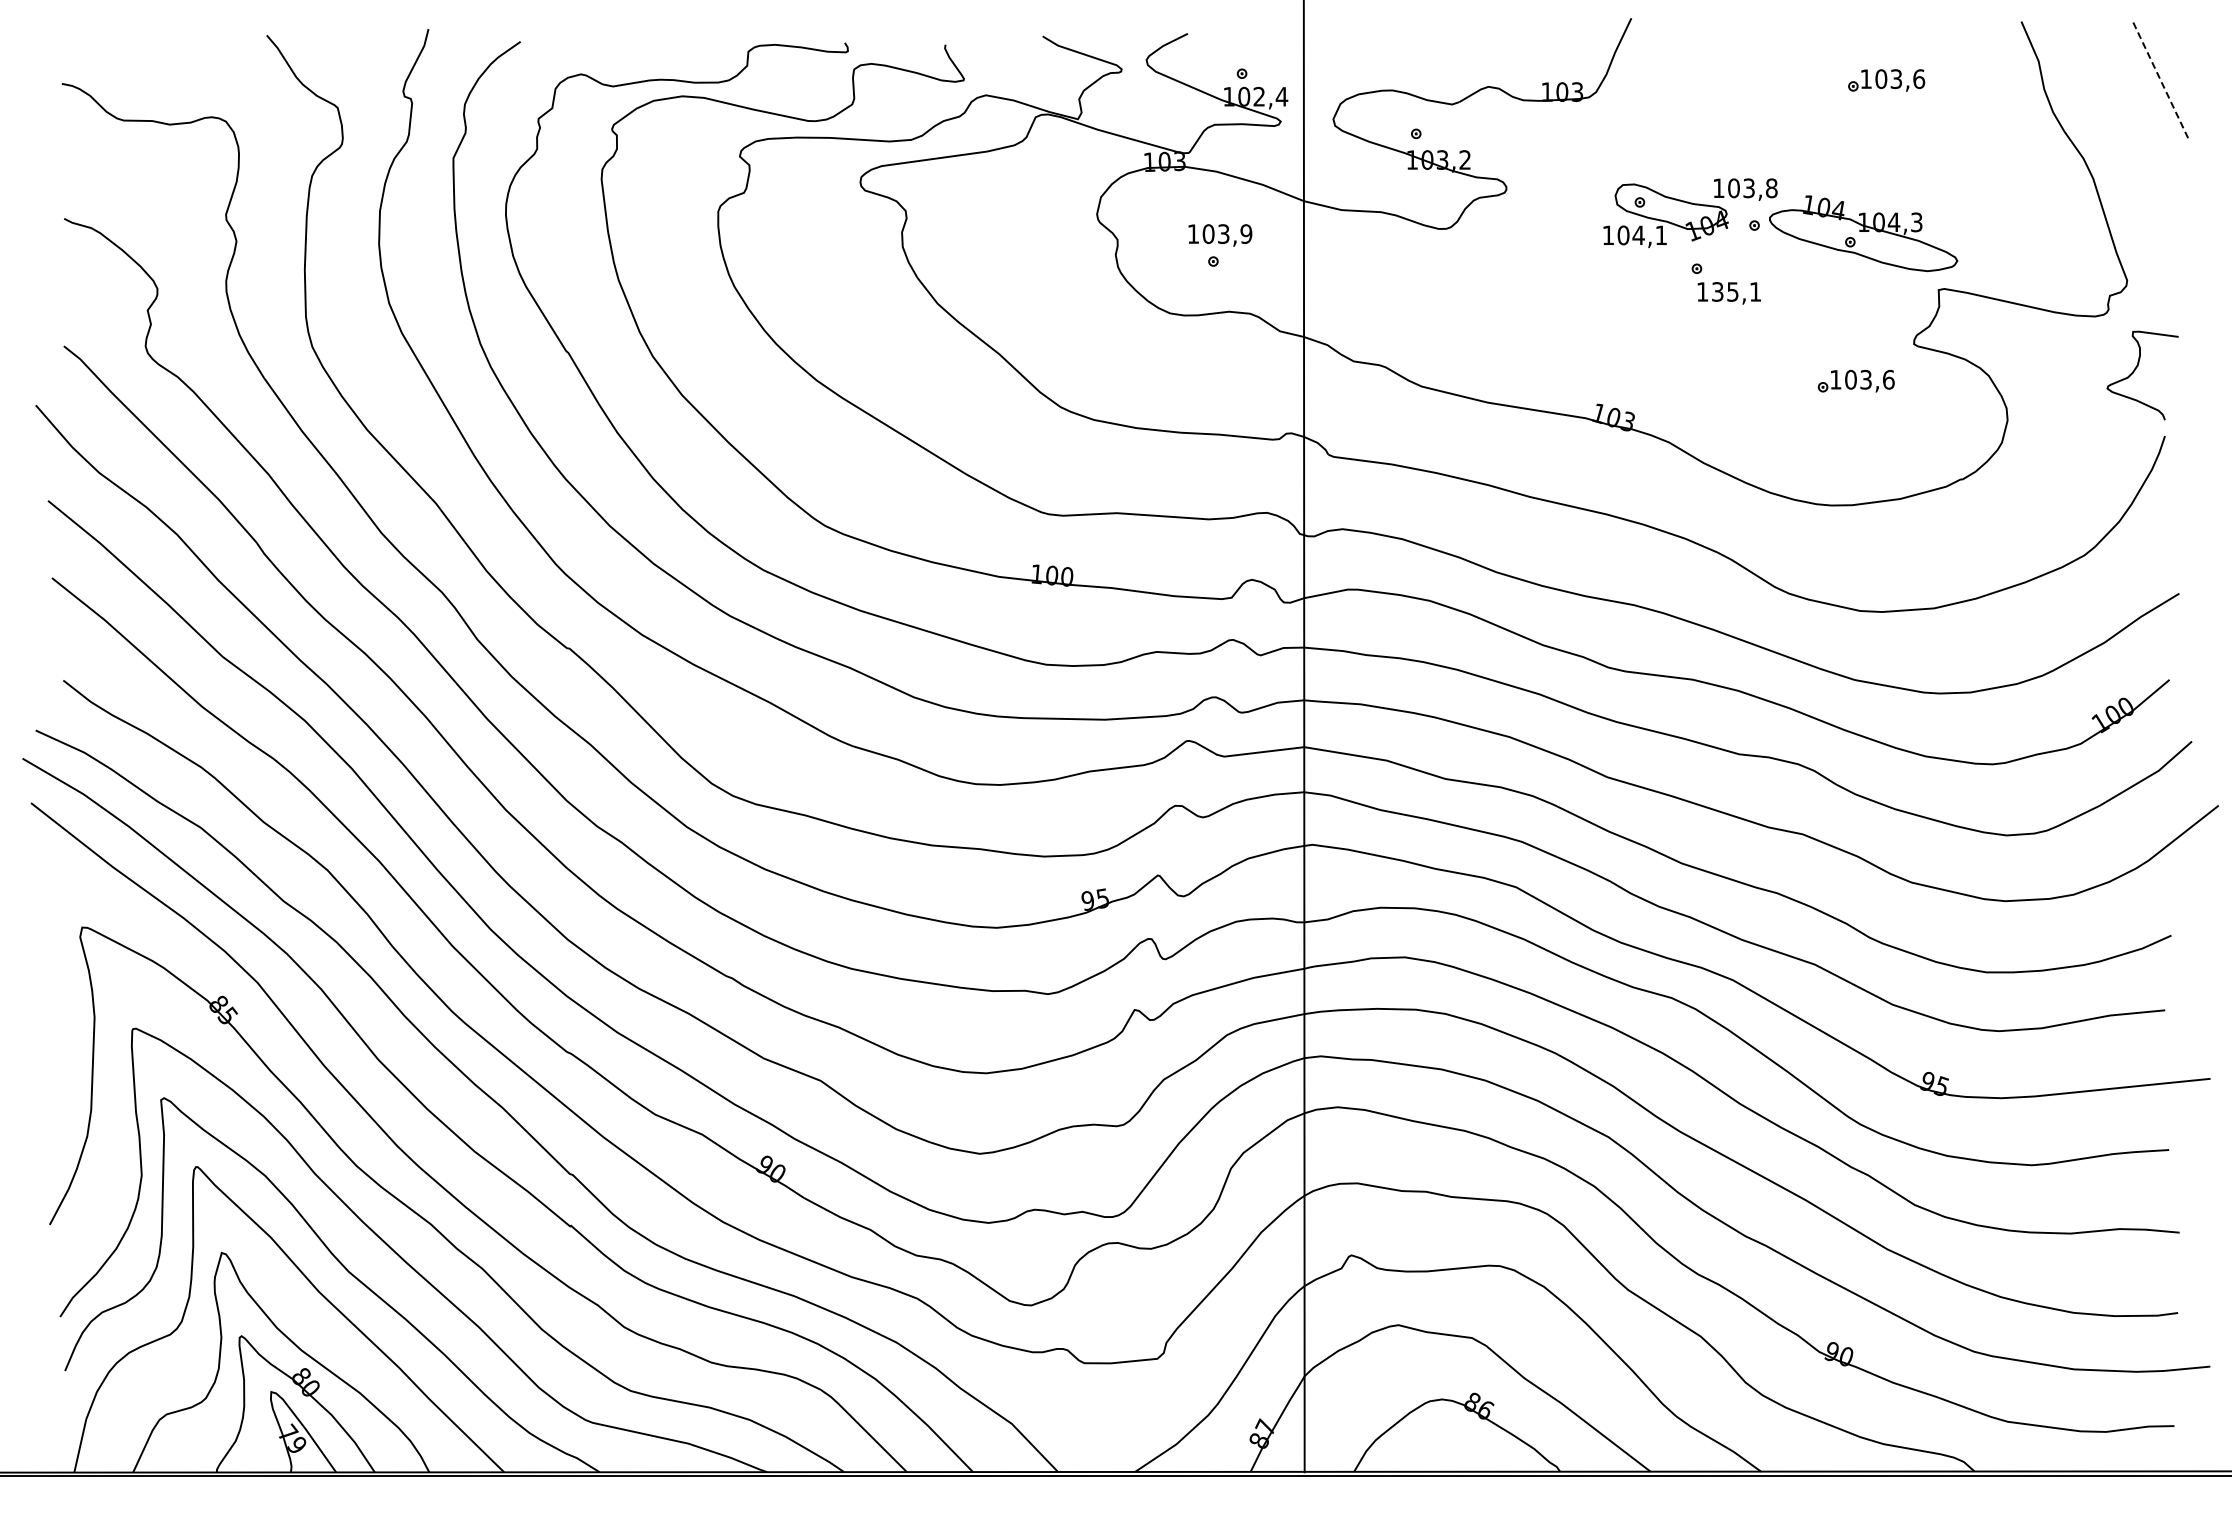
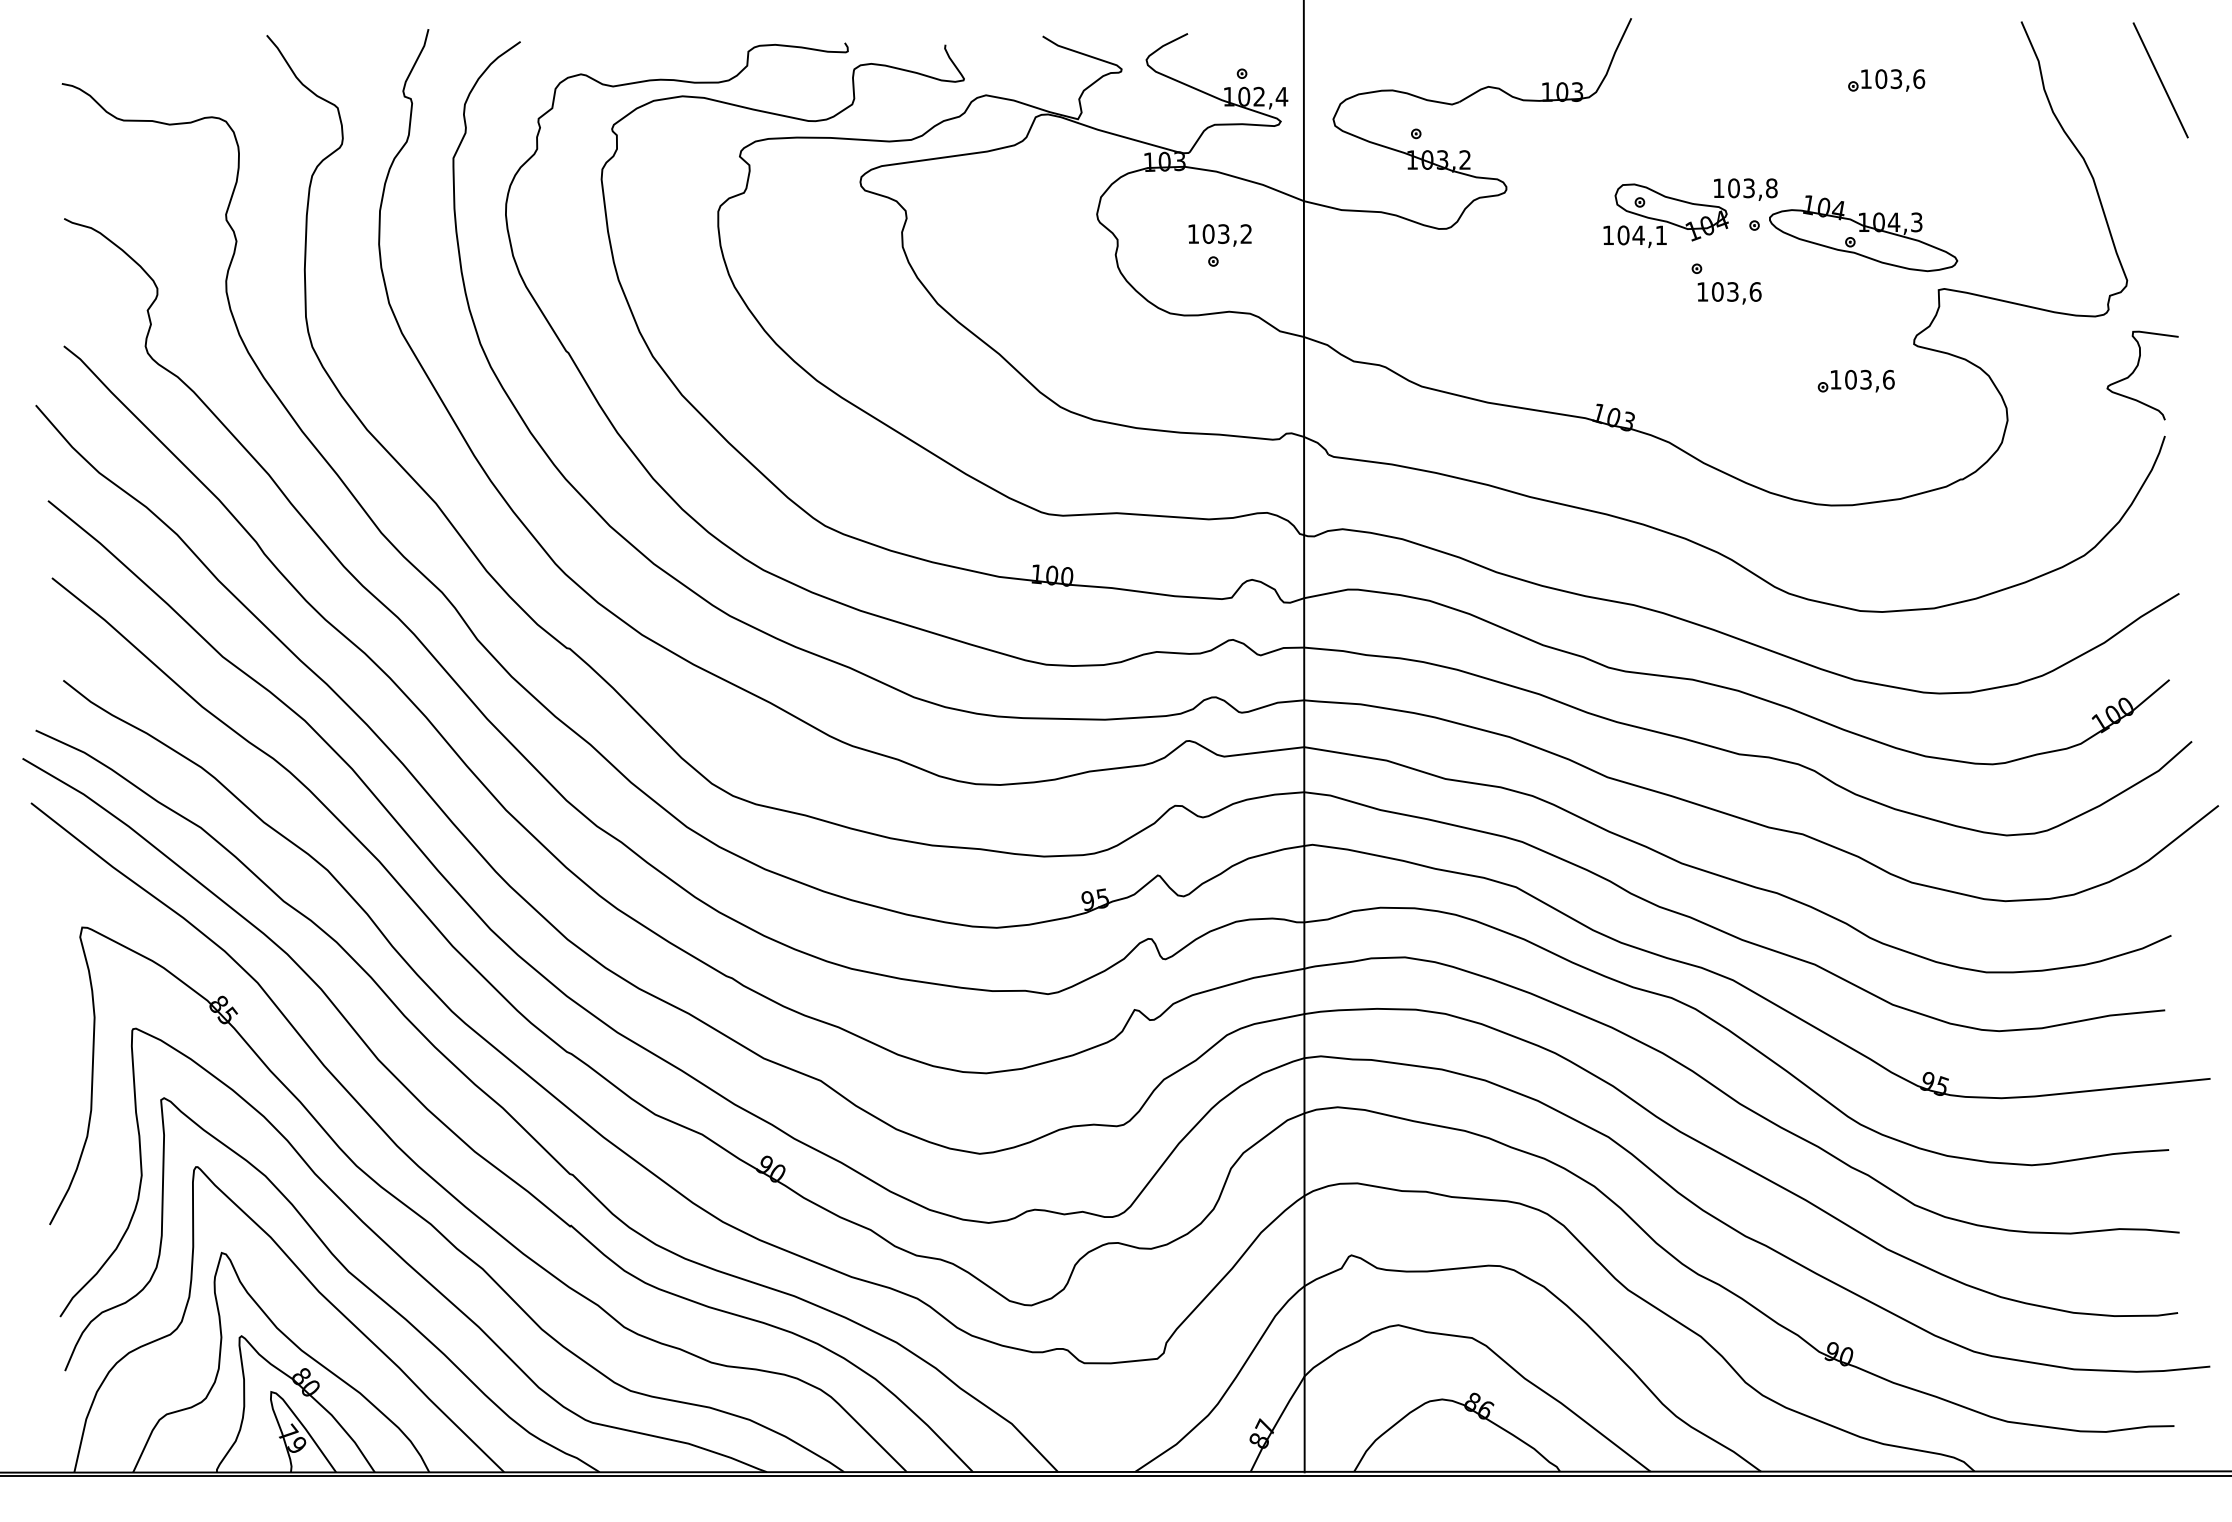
line at (2160, 80): dashed -> solid
text at (1246, 233): 103,9 -> 103,2
text at (1736, 291): 135,1 -> 103,6
